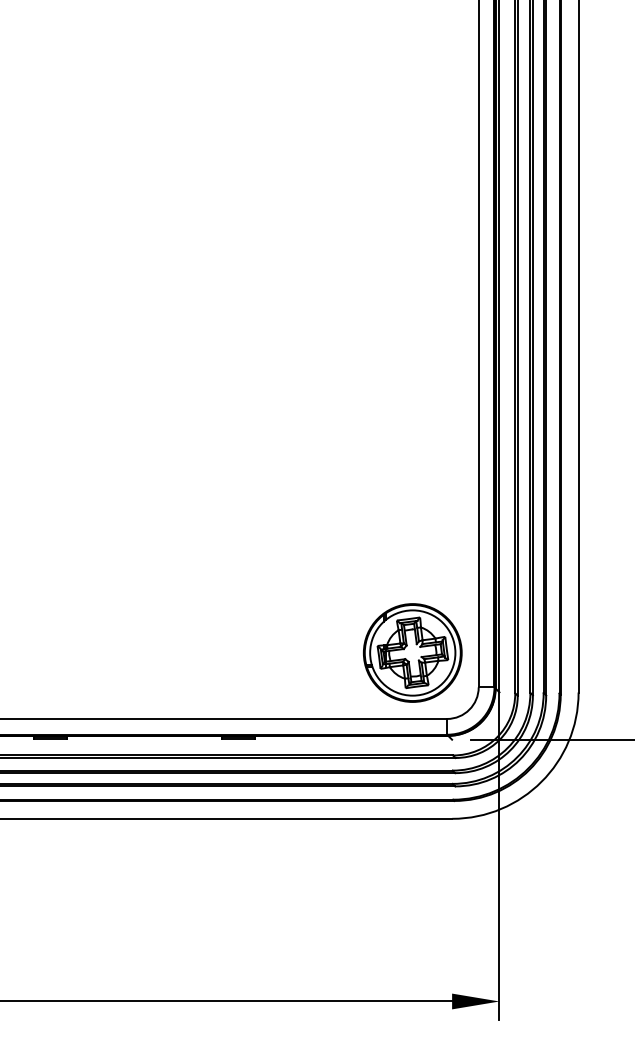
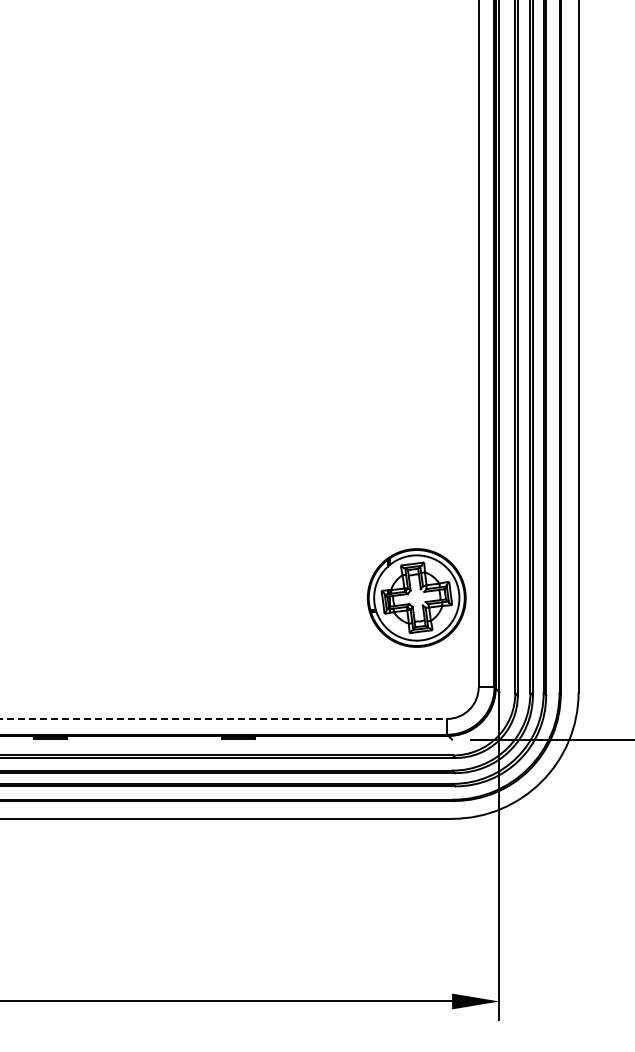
part at (412, 652) position: (412, 652) -> (416, 597)
line at (224, 718): solid -> dashed
